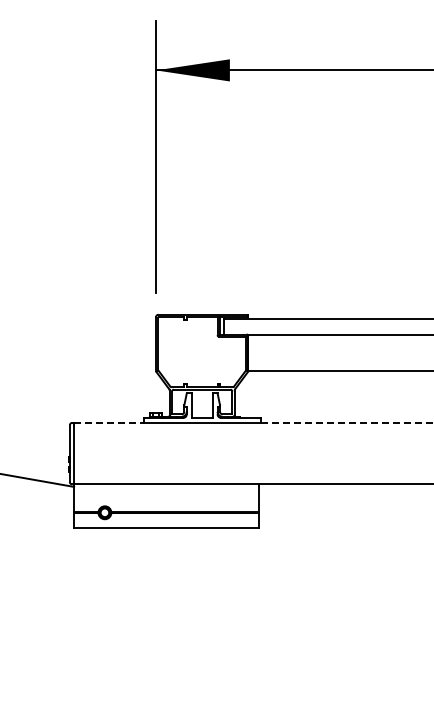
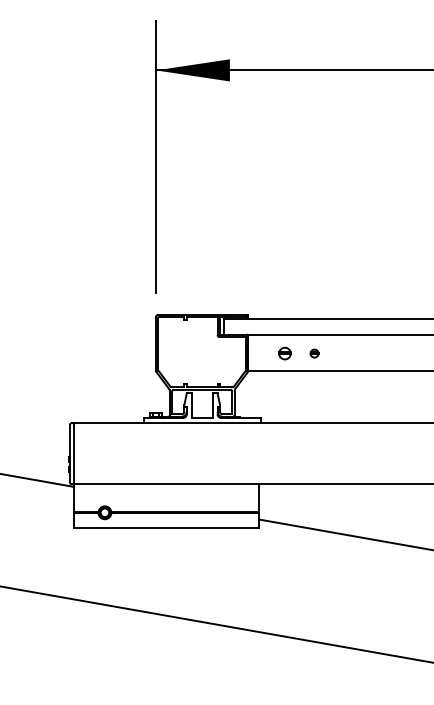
part at (284, 353): none -> present
part at (314, 353): none -> present
line at (108, 422): dashed -> solid
line at (347, 422): dashed -> solid
line at (344, 534): none -> present
line at (216, 624): none -> present
